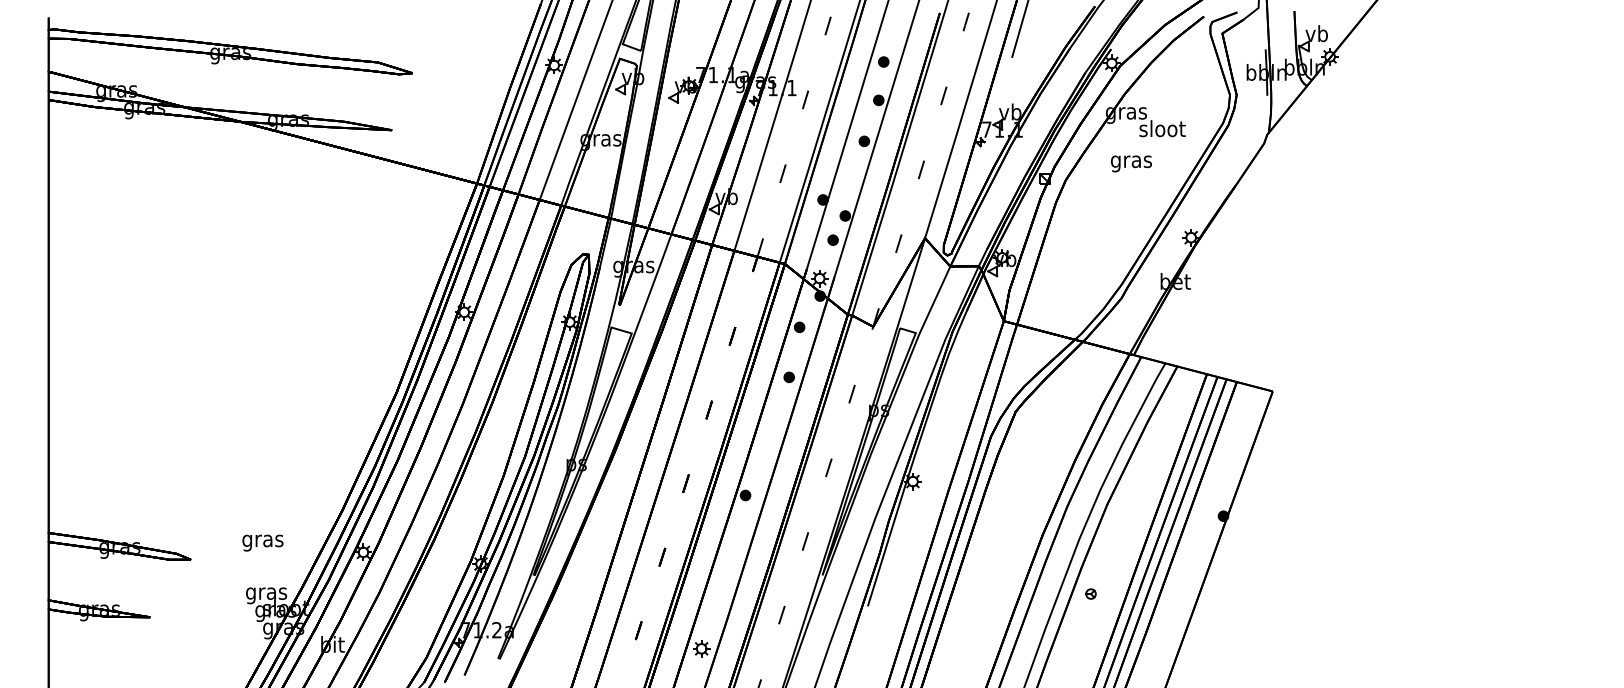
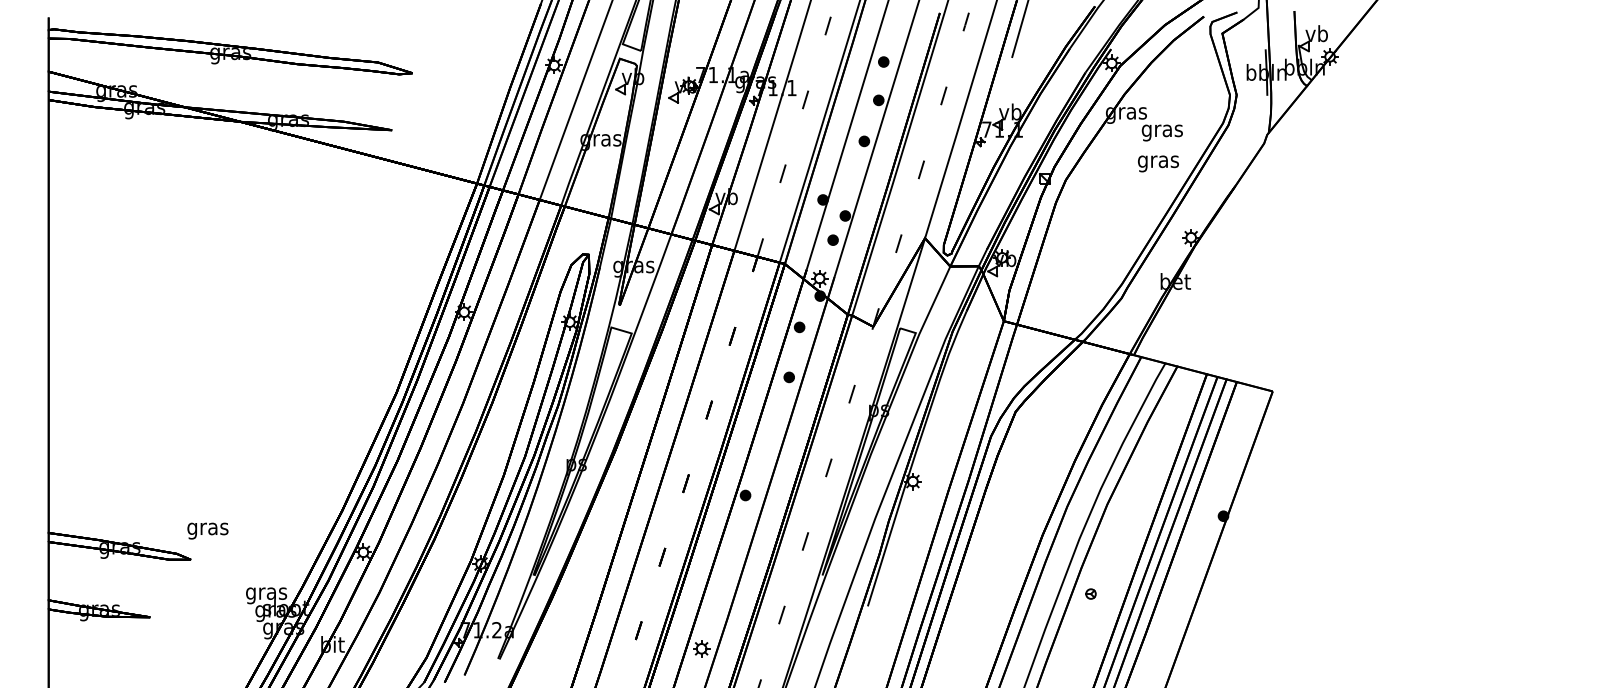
text at (1162, 130): sloot -> gras
text at (1131, 163) position: (1131, 163) -> (1158, 163)
text at (262, 542) position: (262, 542) -> (207, 530)
